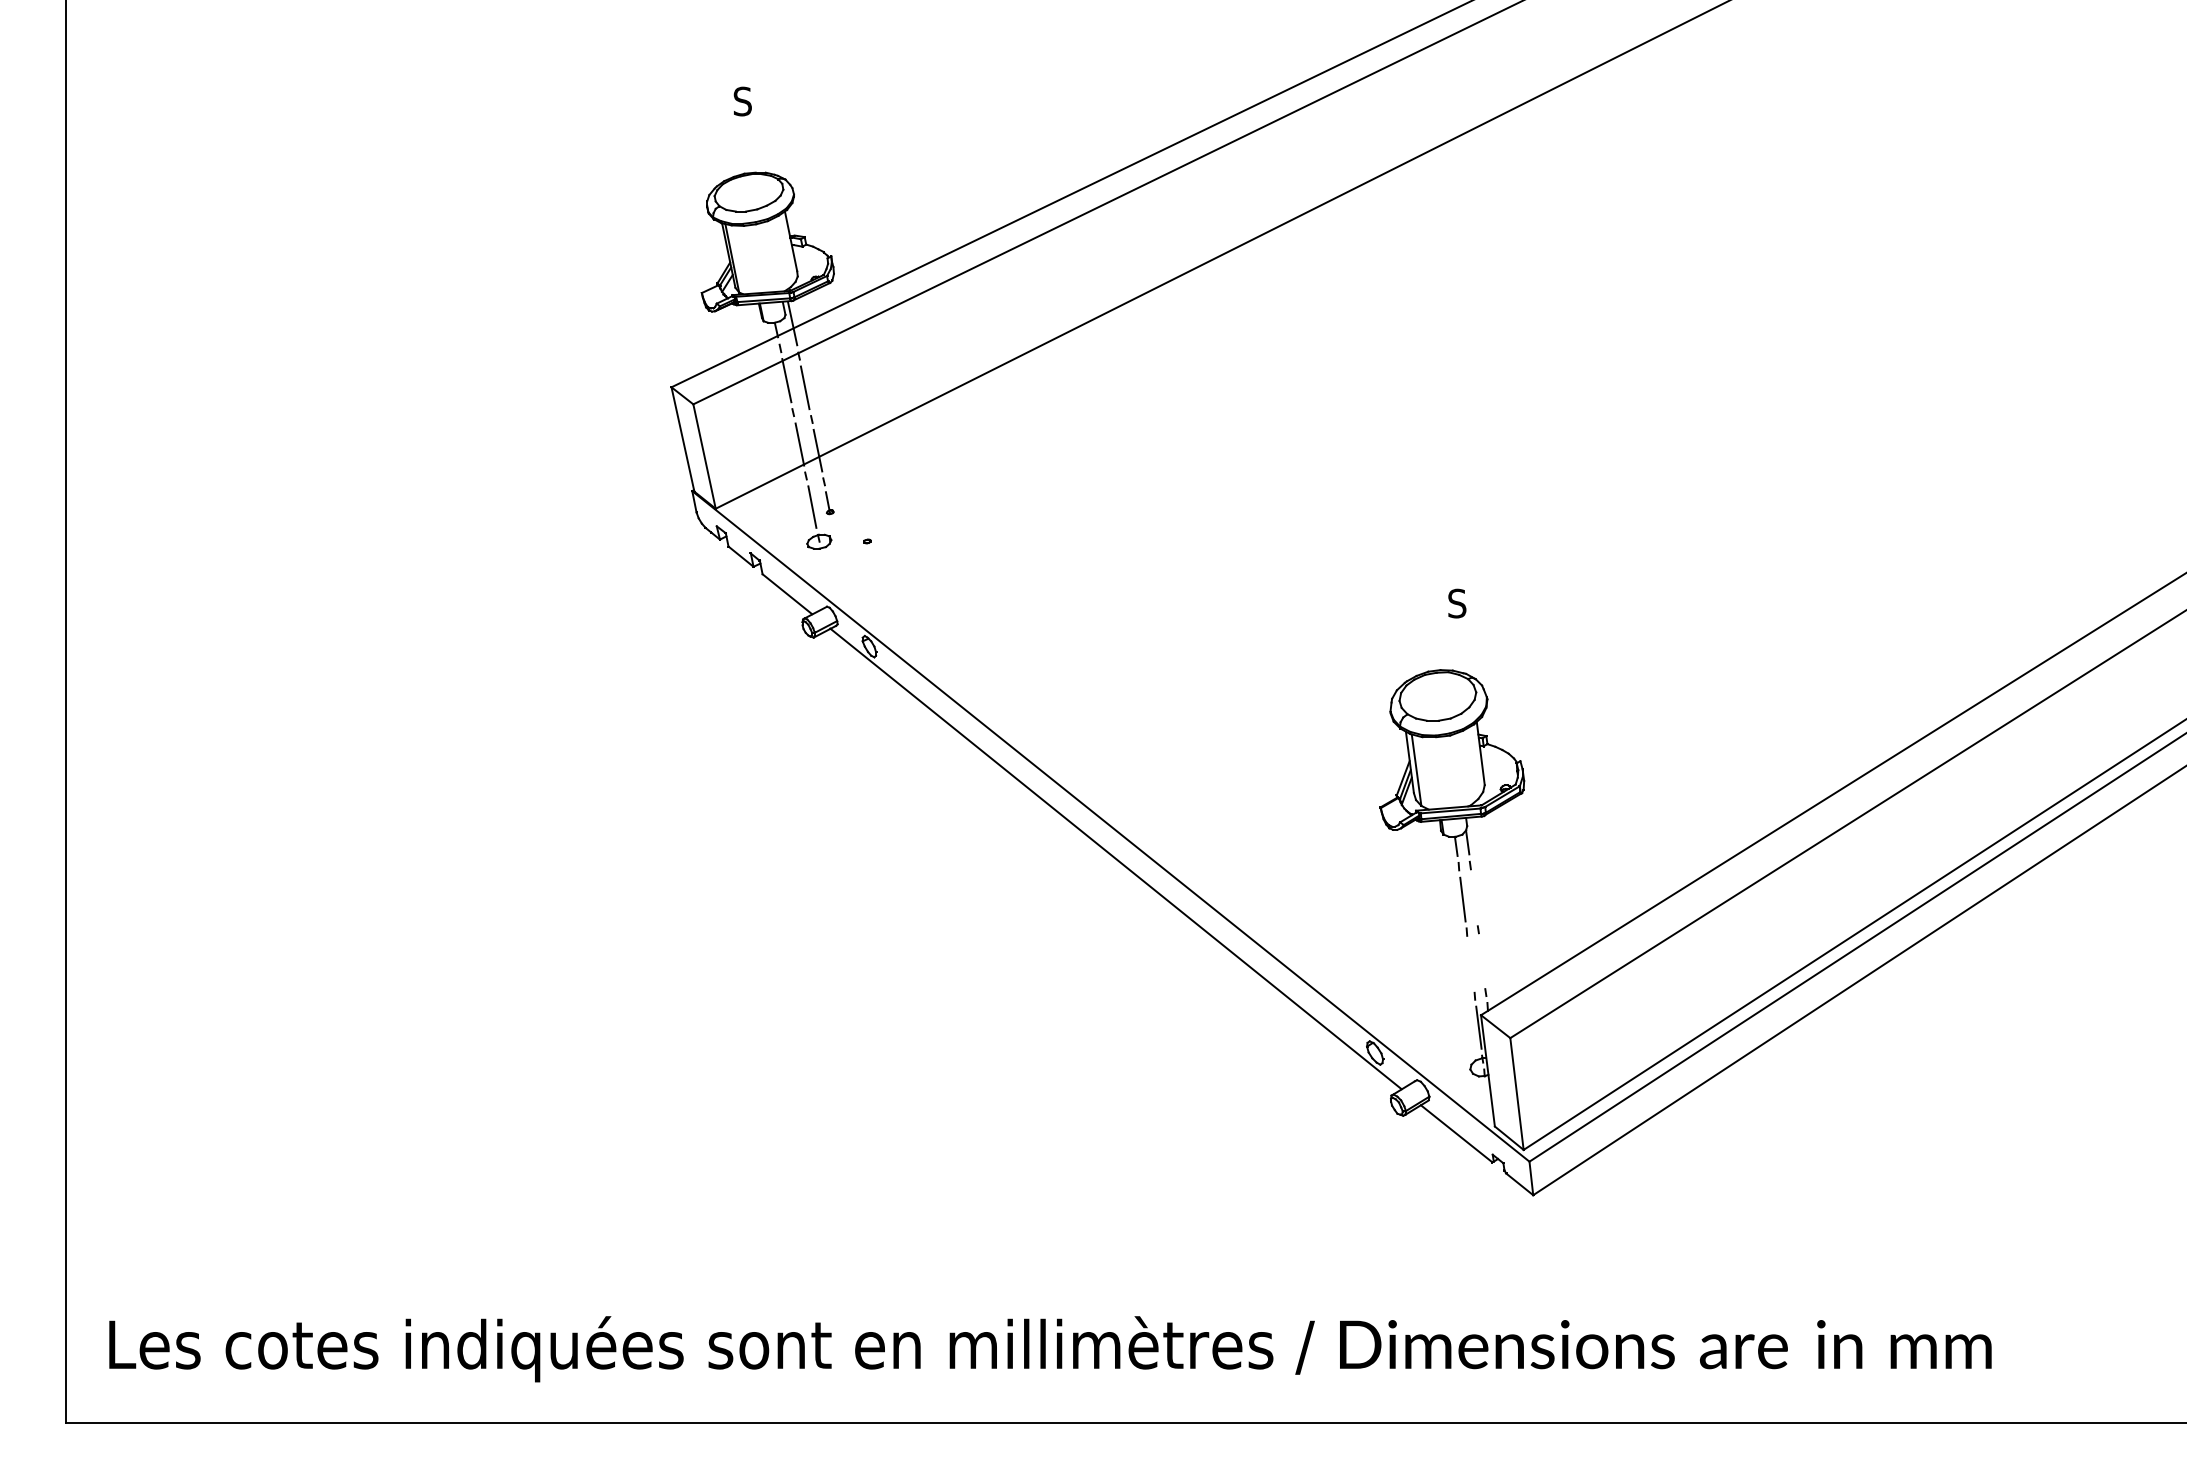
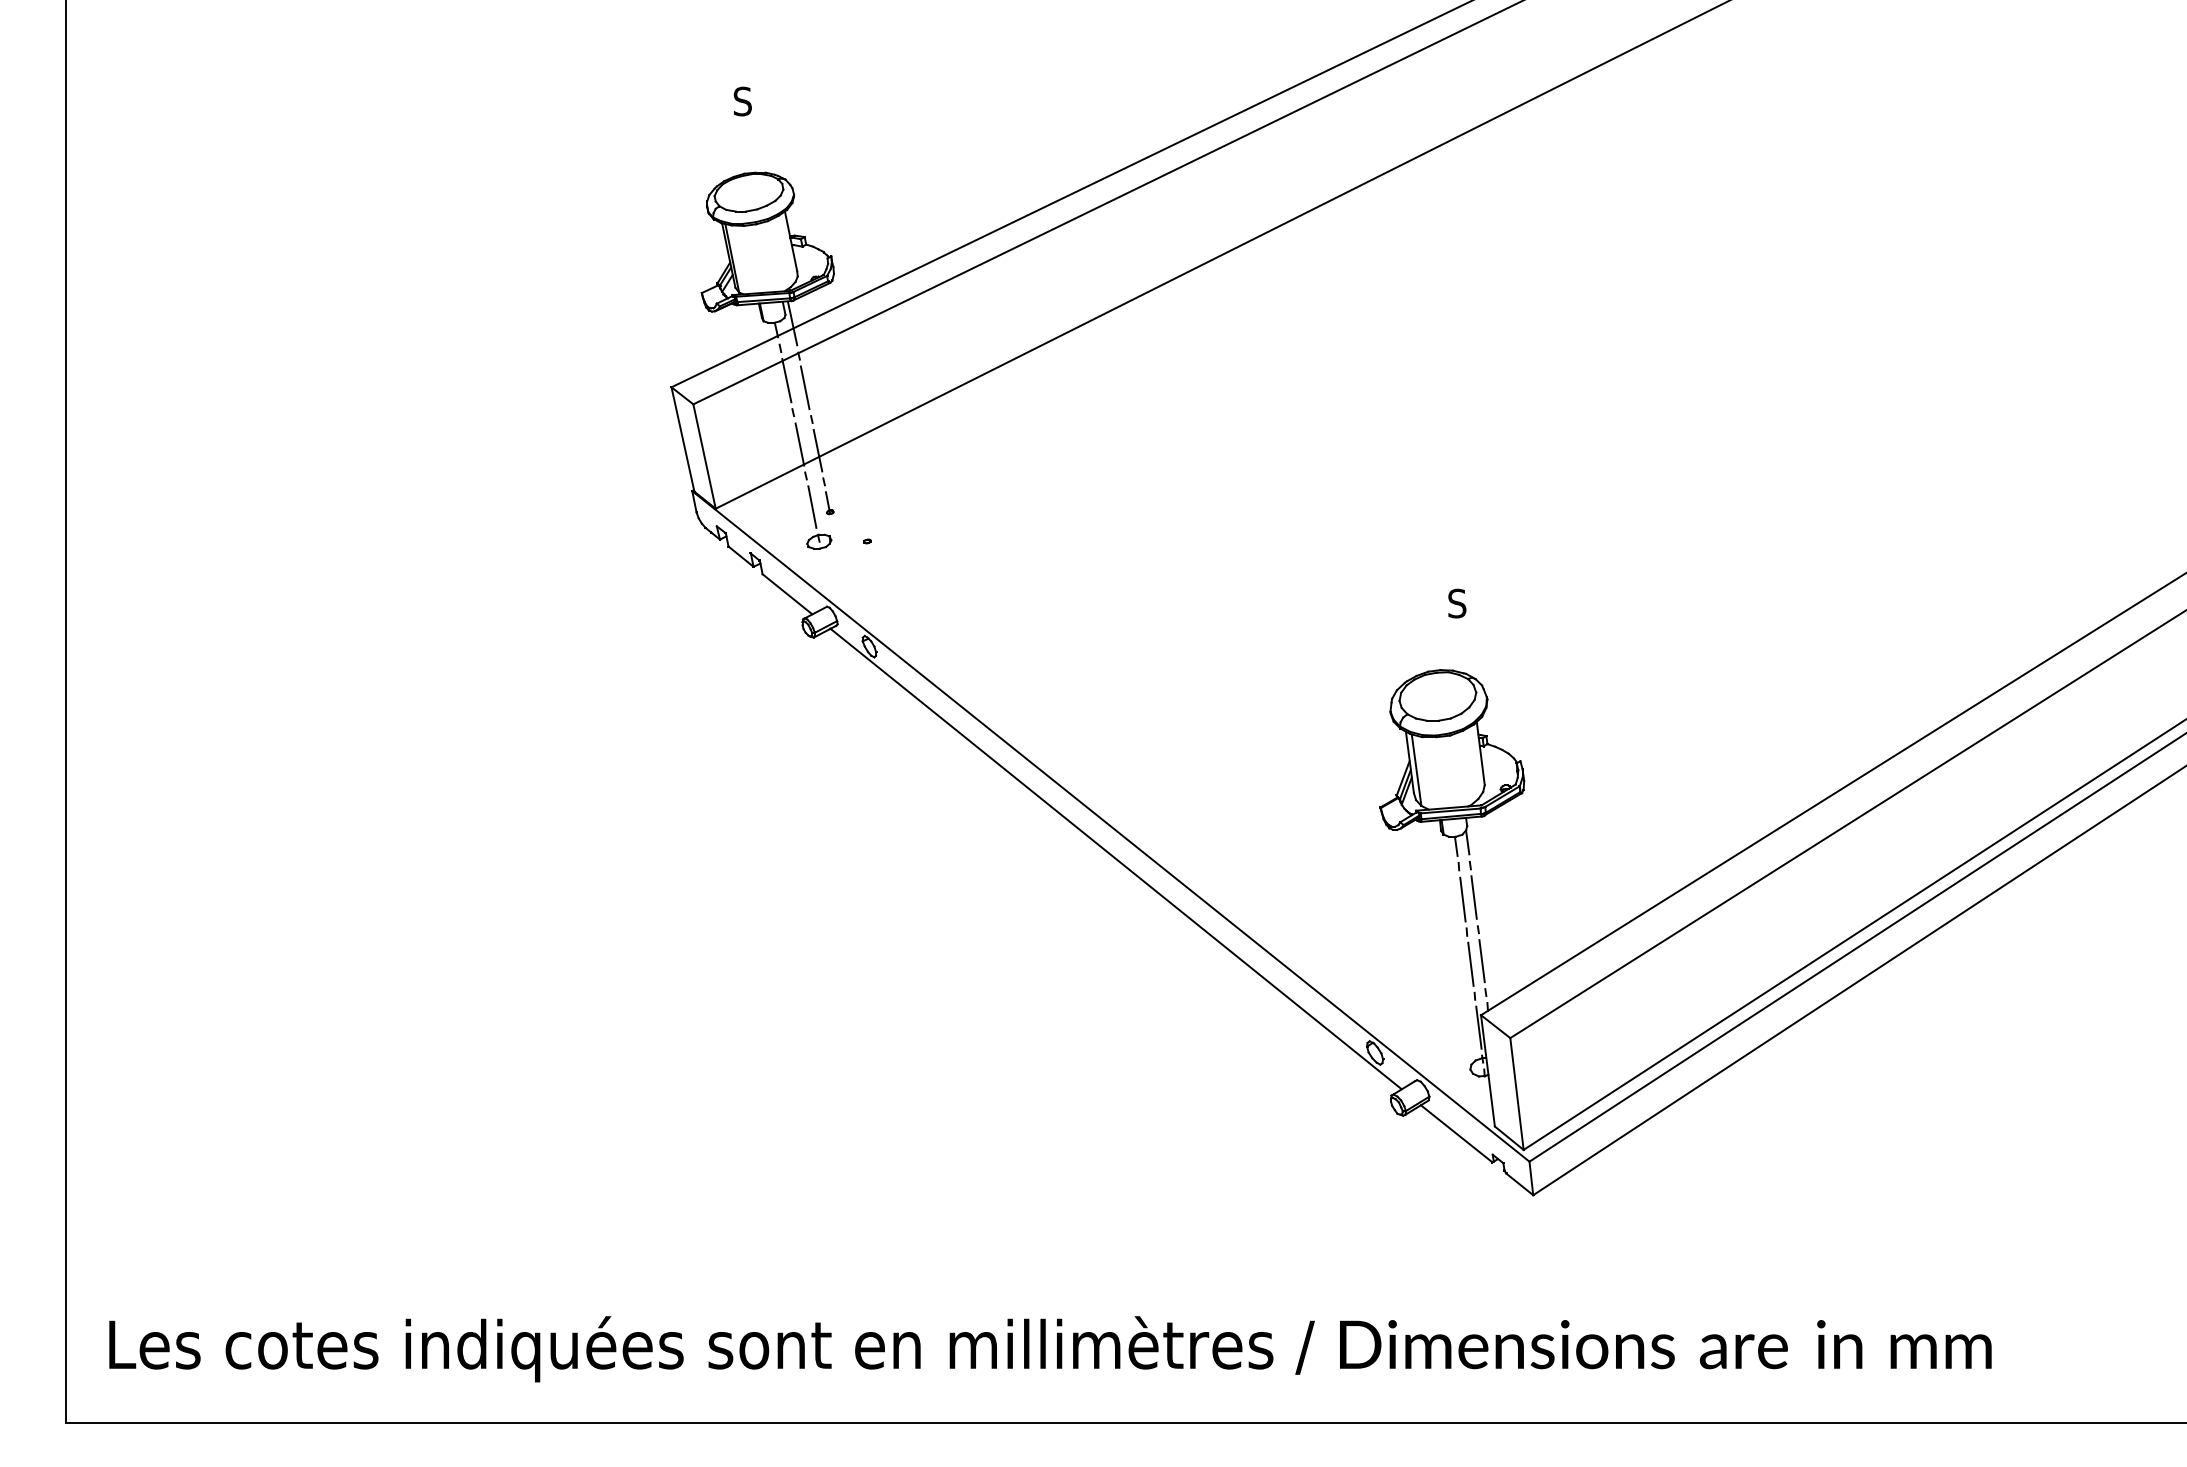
line at (1473, 897): none -> present
line at (1481, 961): none -> present
line at (1470, 963): none -> present
